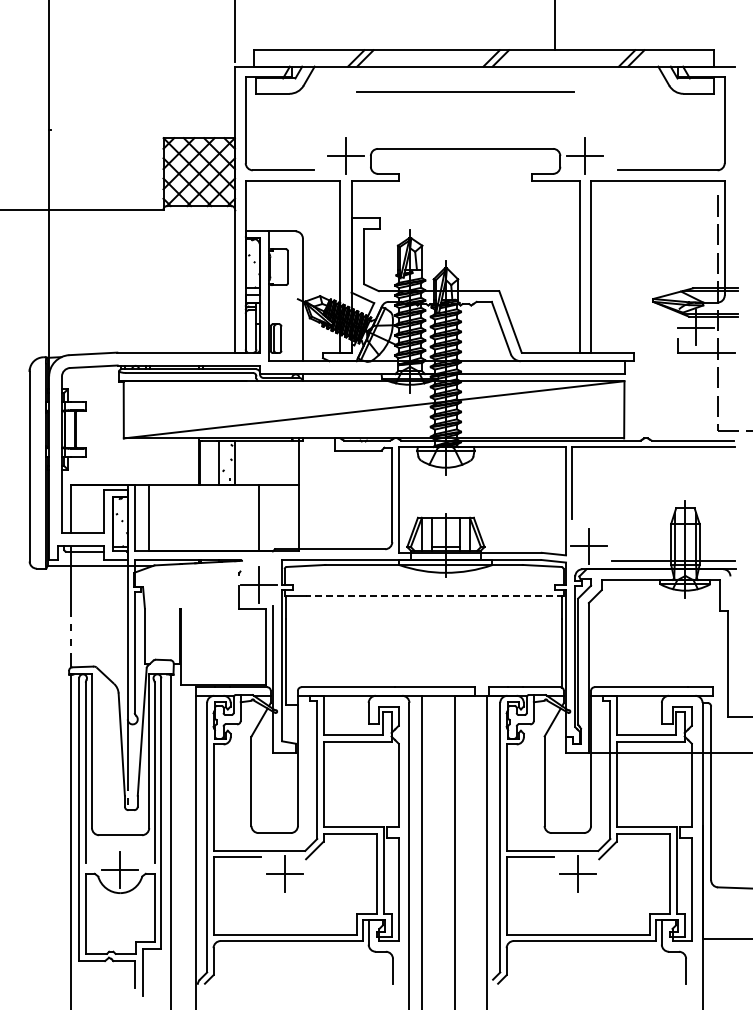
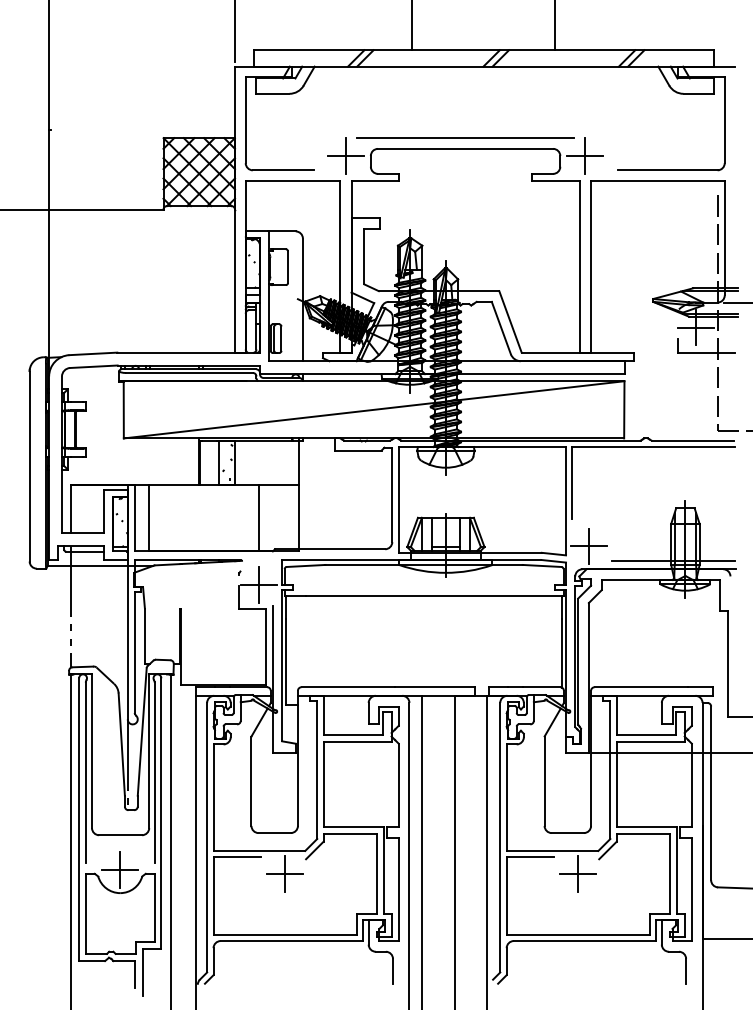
line at (412, 26): none -> present
line at (465, 91) position: (465, 91) -> (465, 137)
line at (736, 302): none -> present
line at (434, 595): dashed -> solid
